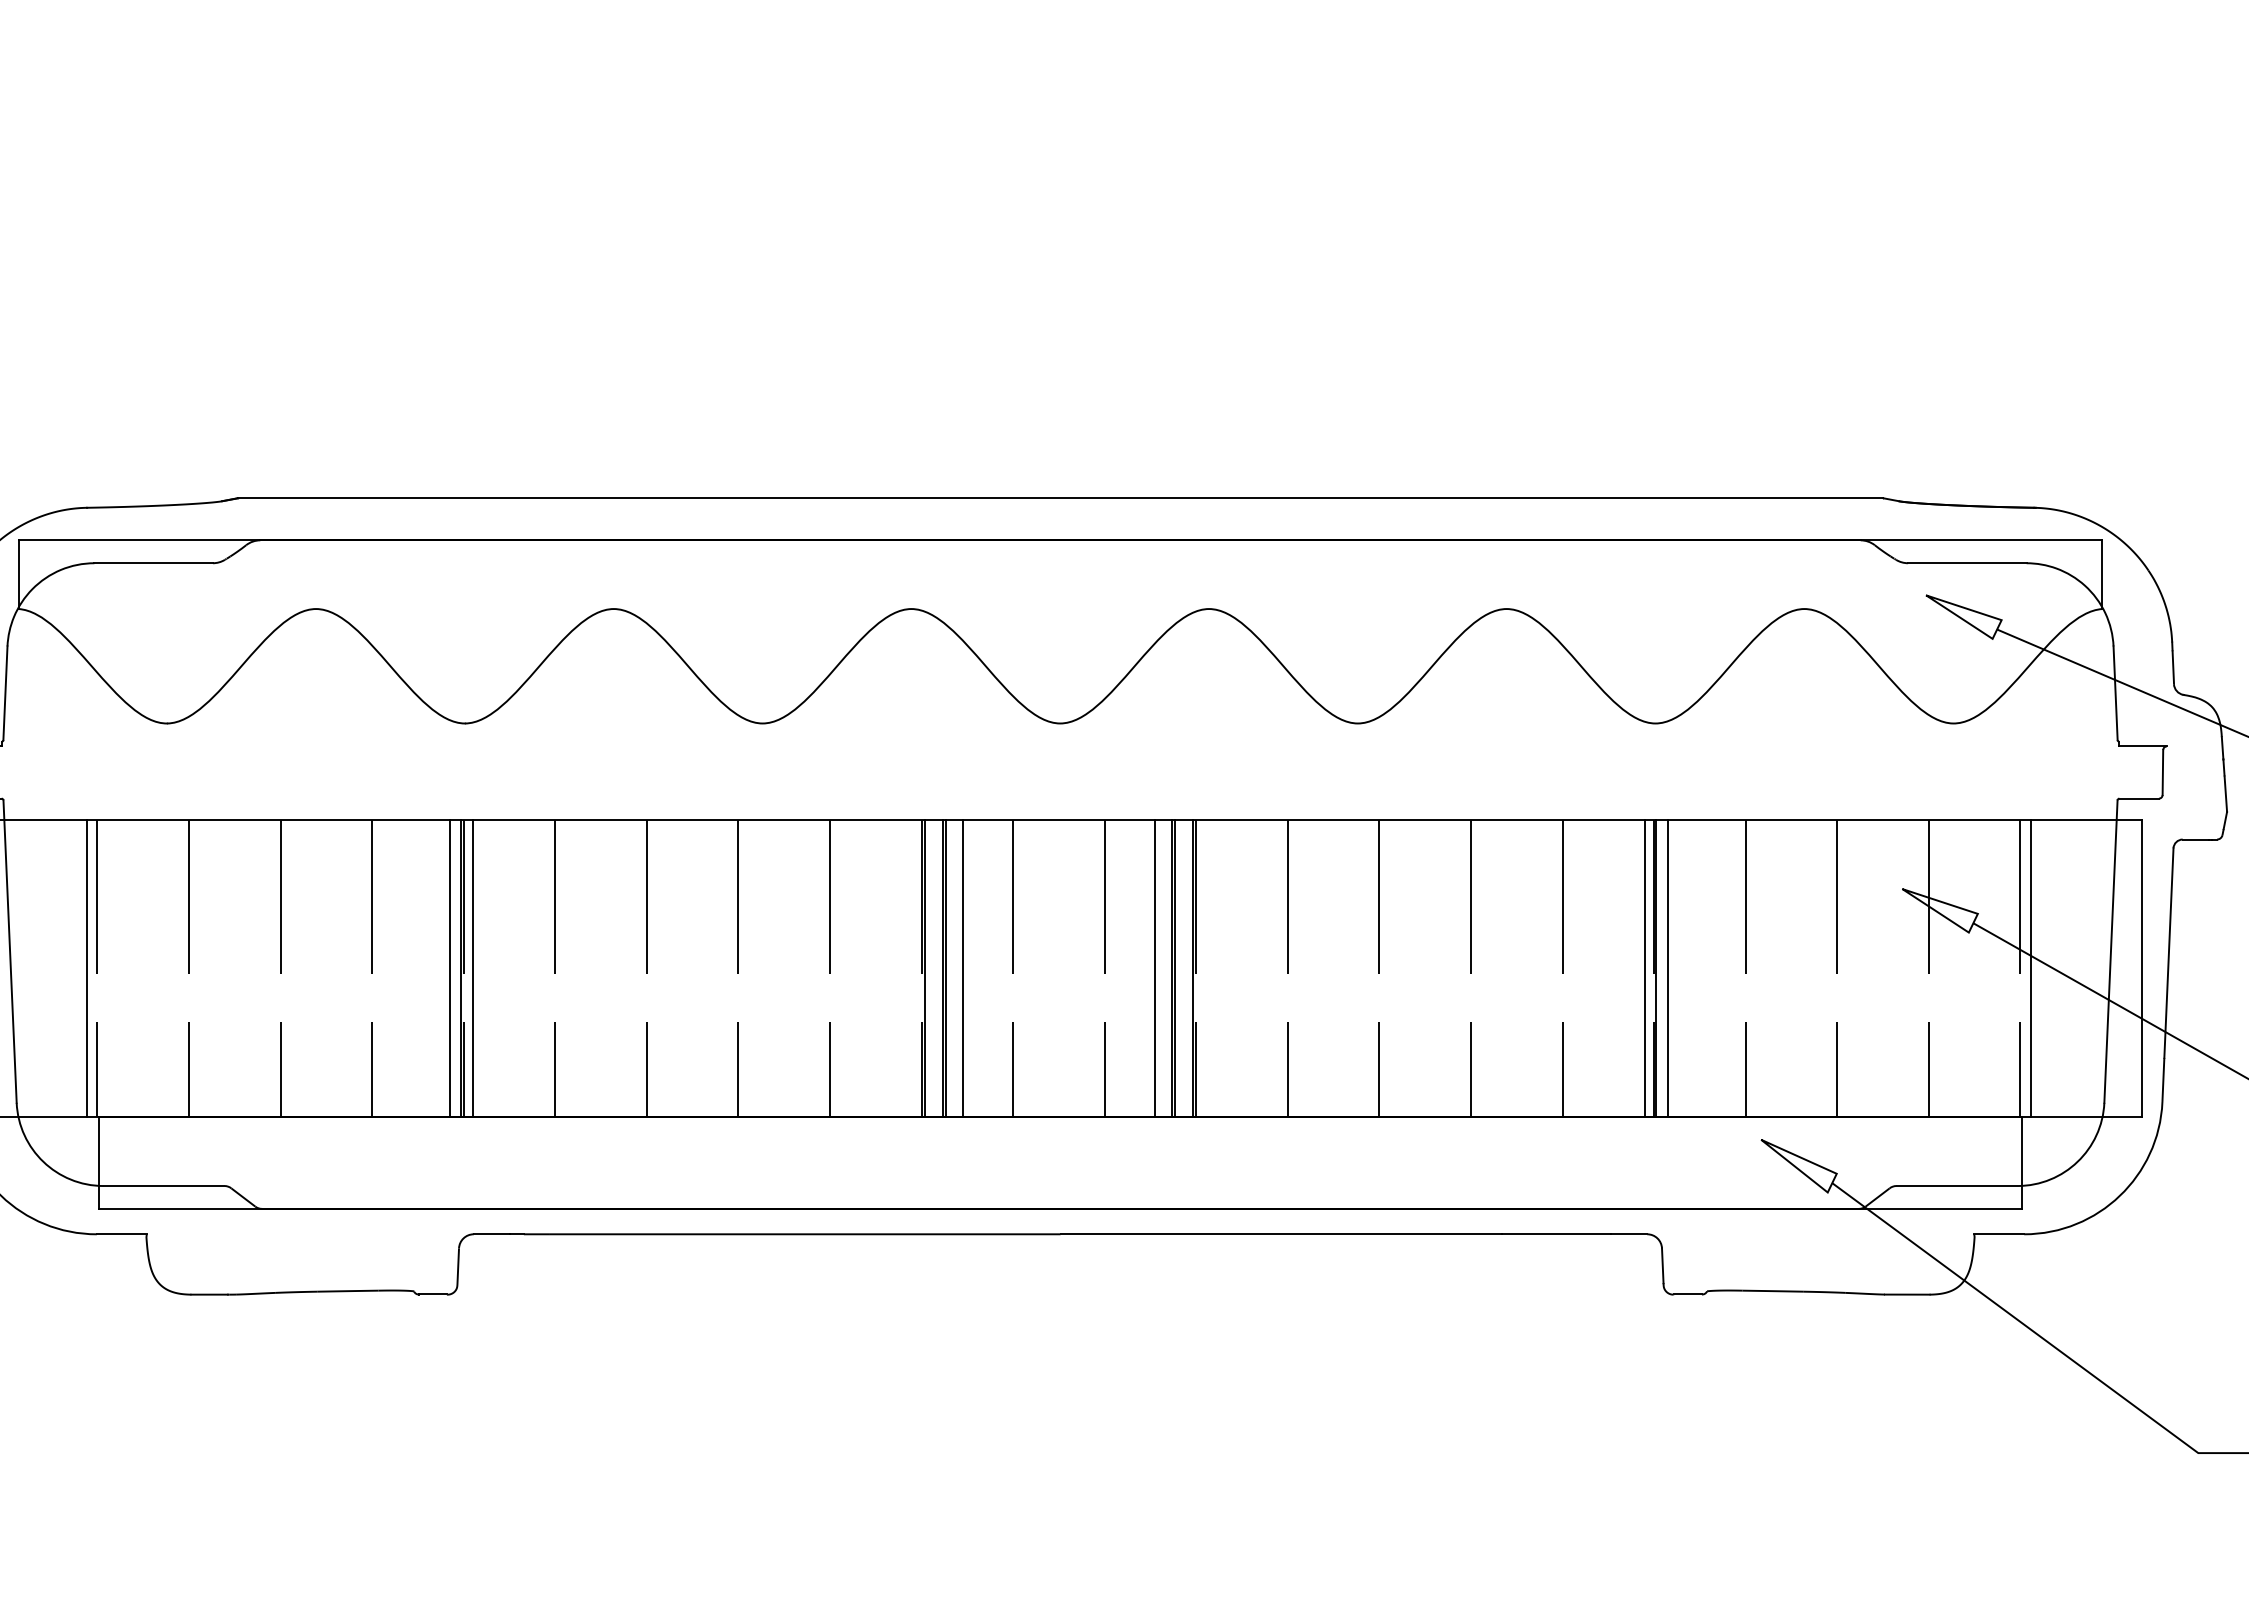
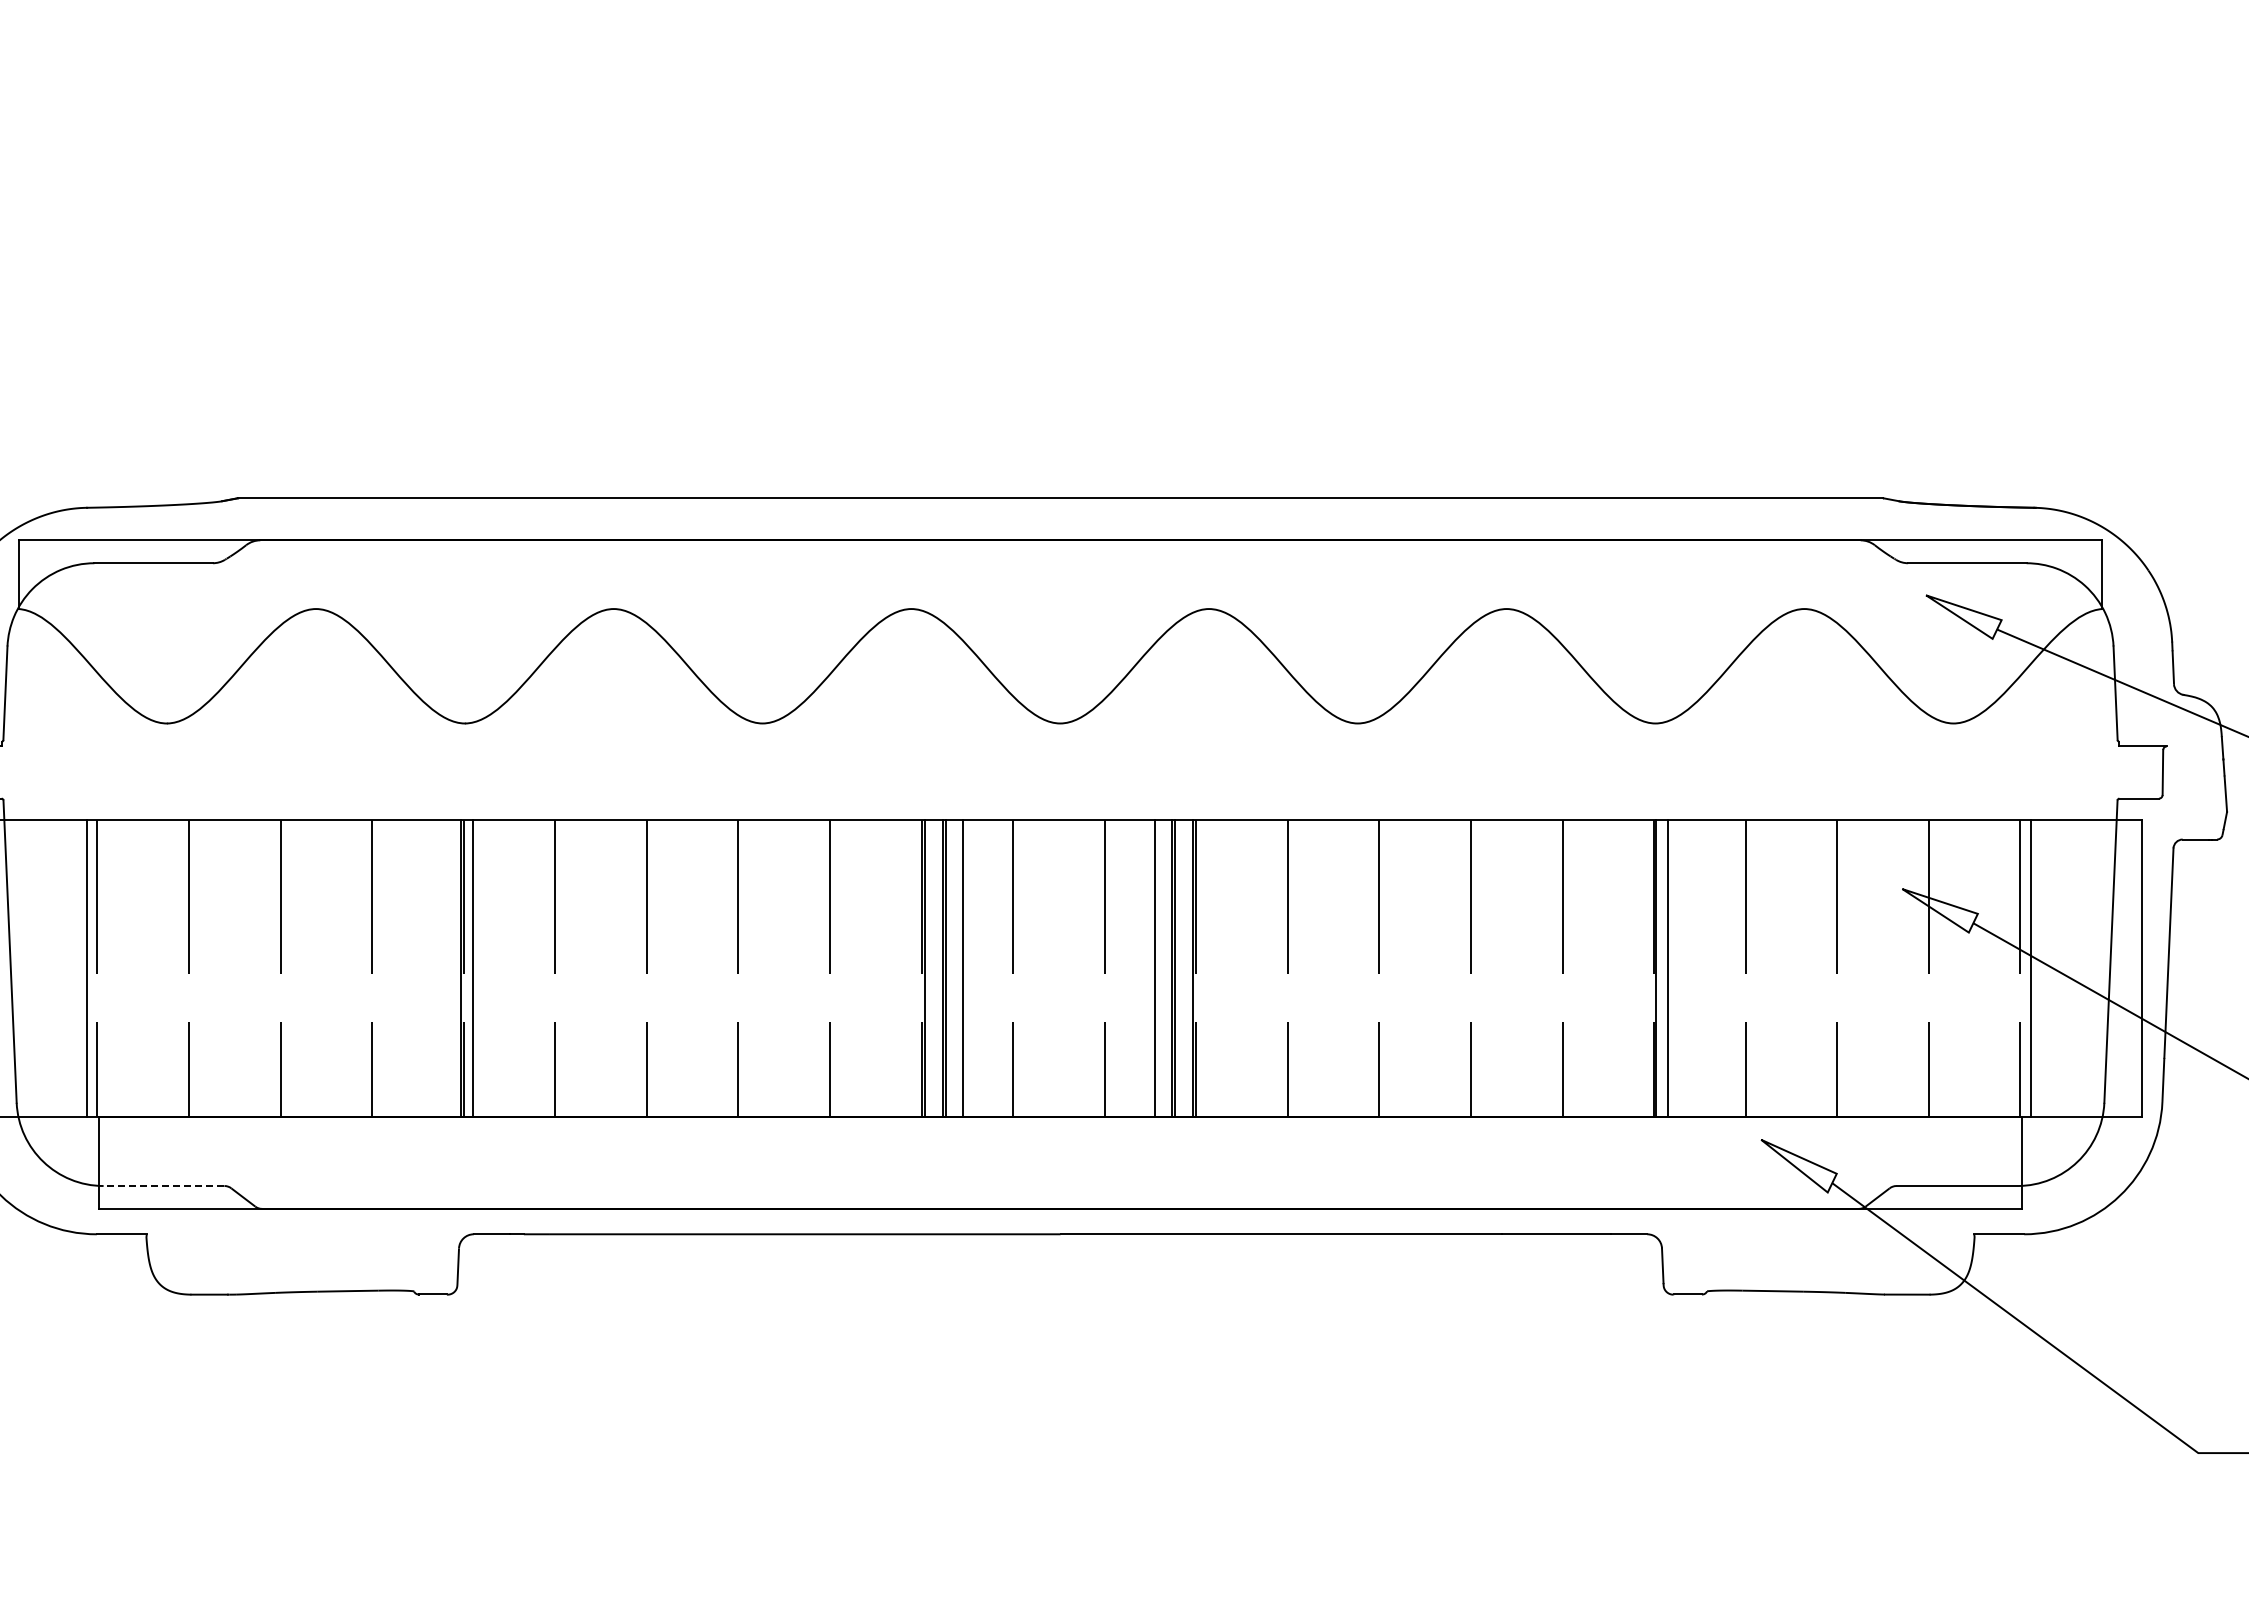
line at (449, 968): present -> none
line at (1644, 968): present -> none
line at (163, 1186): solid -> dashed
